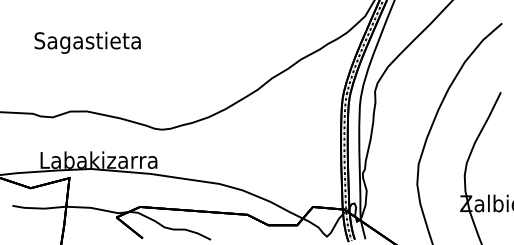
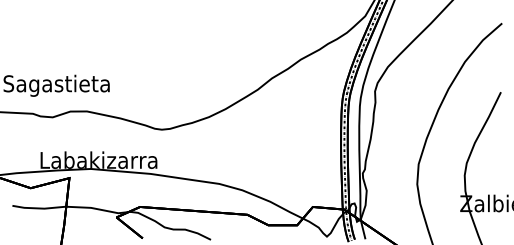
text at (87, 42) position: (87, 42) -> (56, 85)
